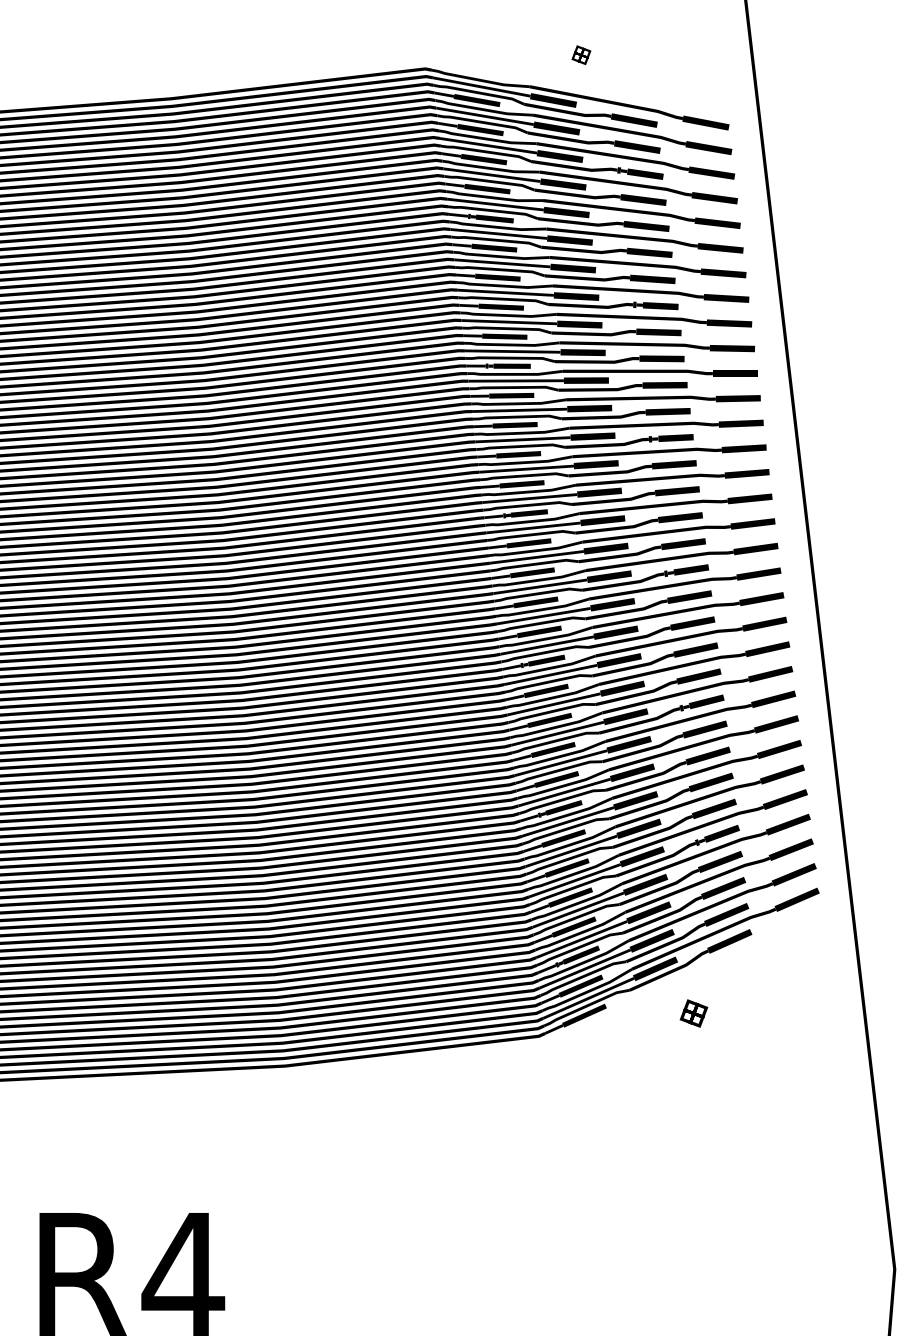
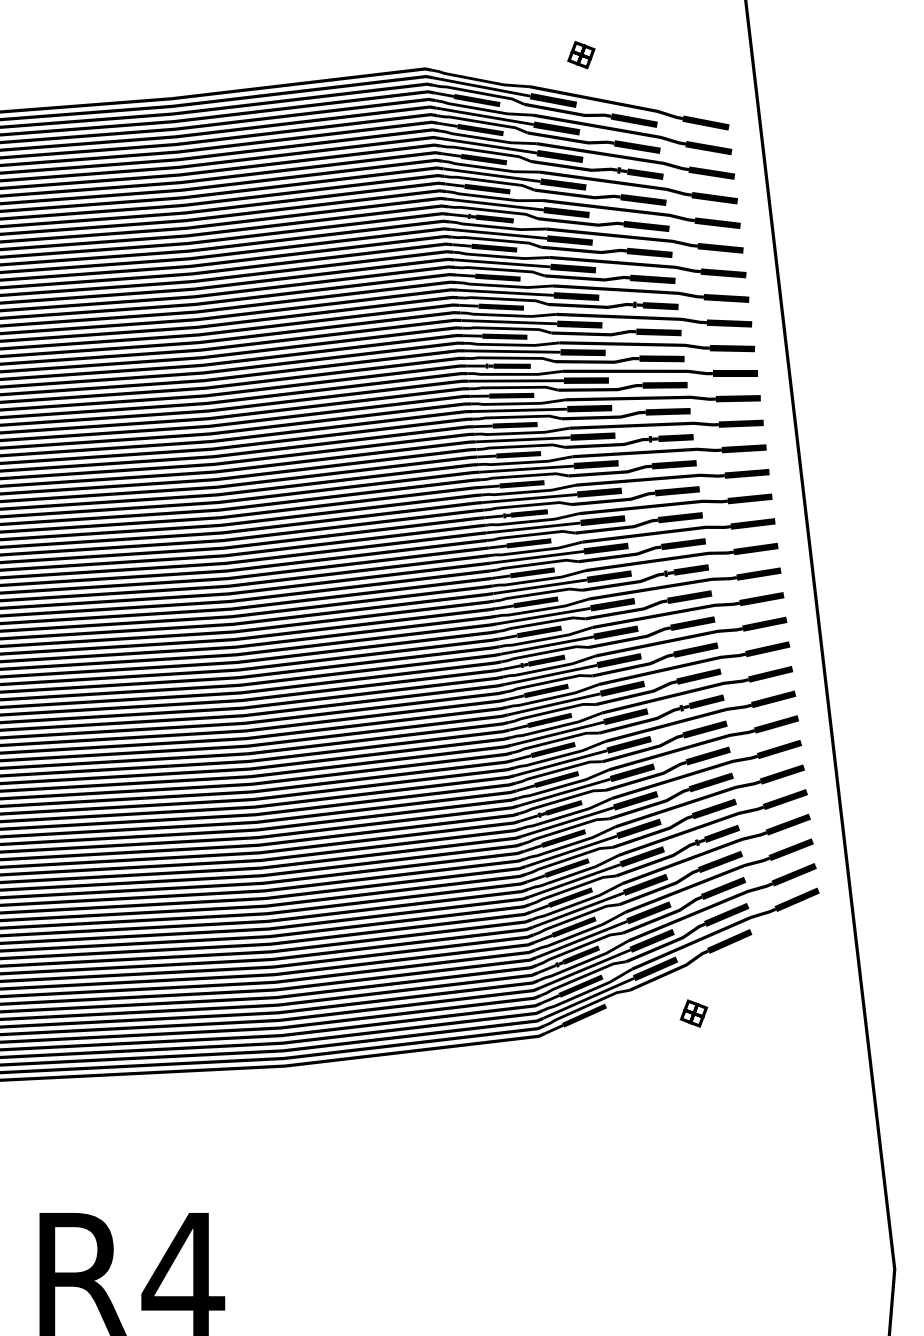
part at (581, 55) size: 21x21 px -> 29x29 px
